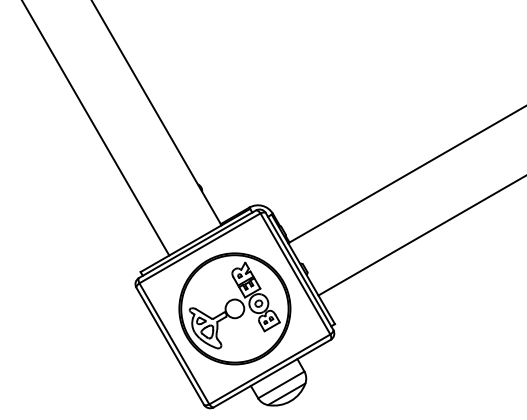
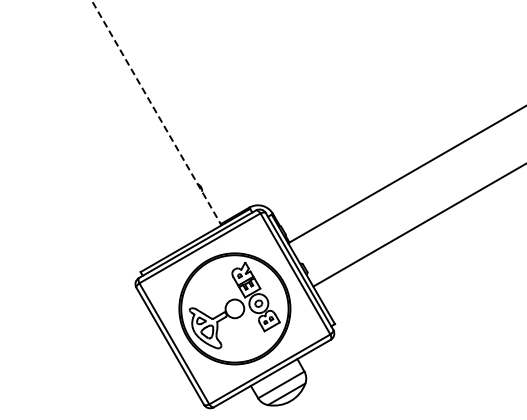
line at (156, 112): solid -> dashed
line at (96, 128): present -> none
line at (420, 235) position: (420, 235) -> (418, 225)
